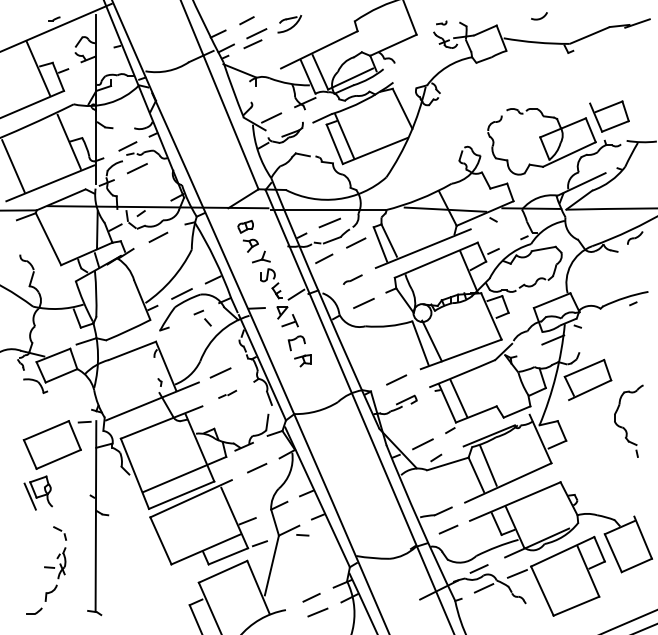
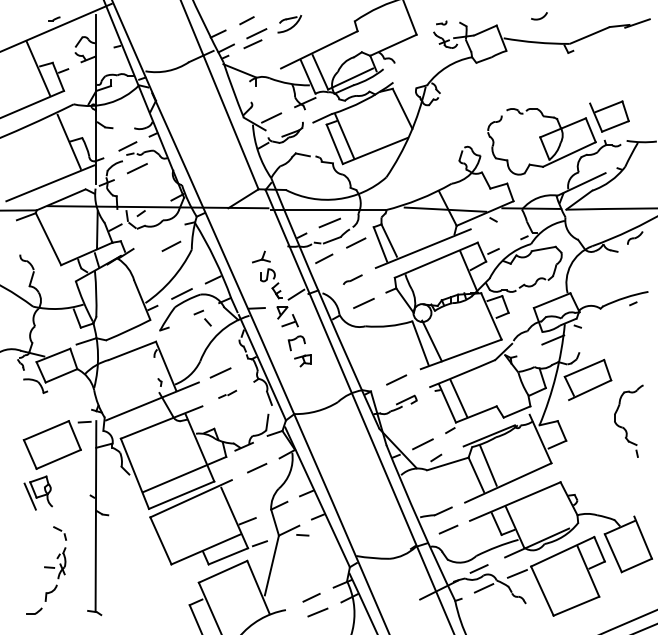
line at (13, 166): present -> none
line at (158, 236) position: (158, 236) -> (171, 245)
part at (247, 236): present -> none
